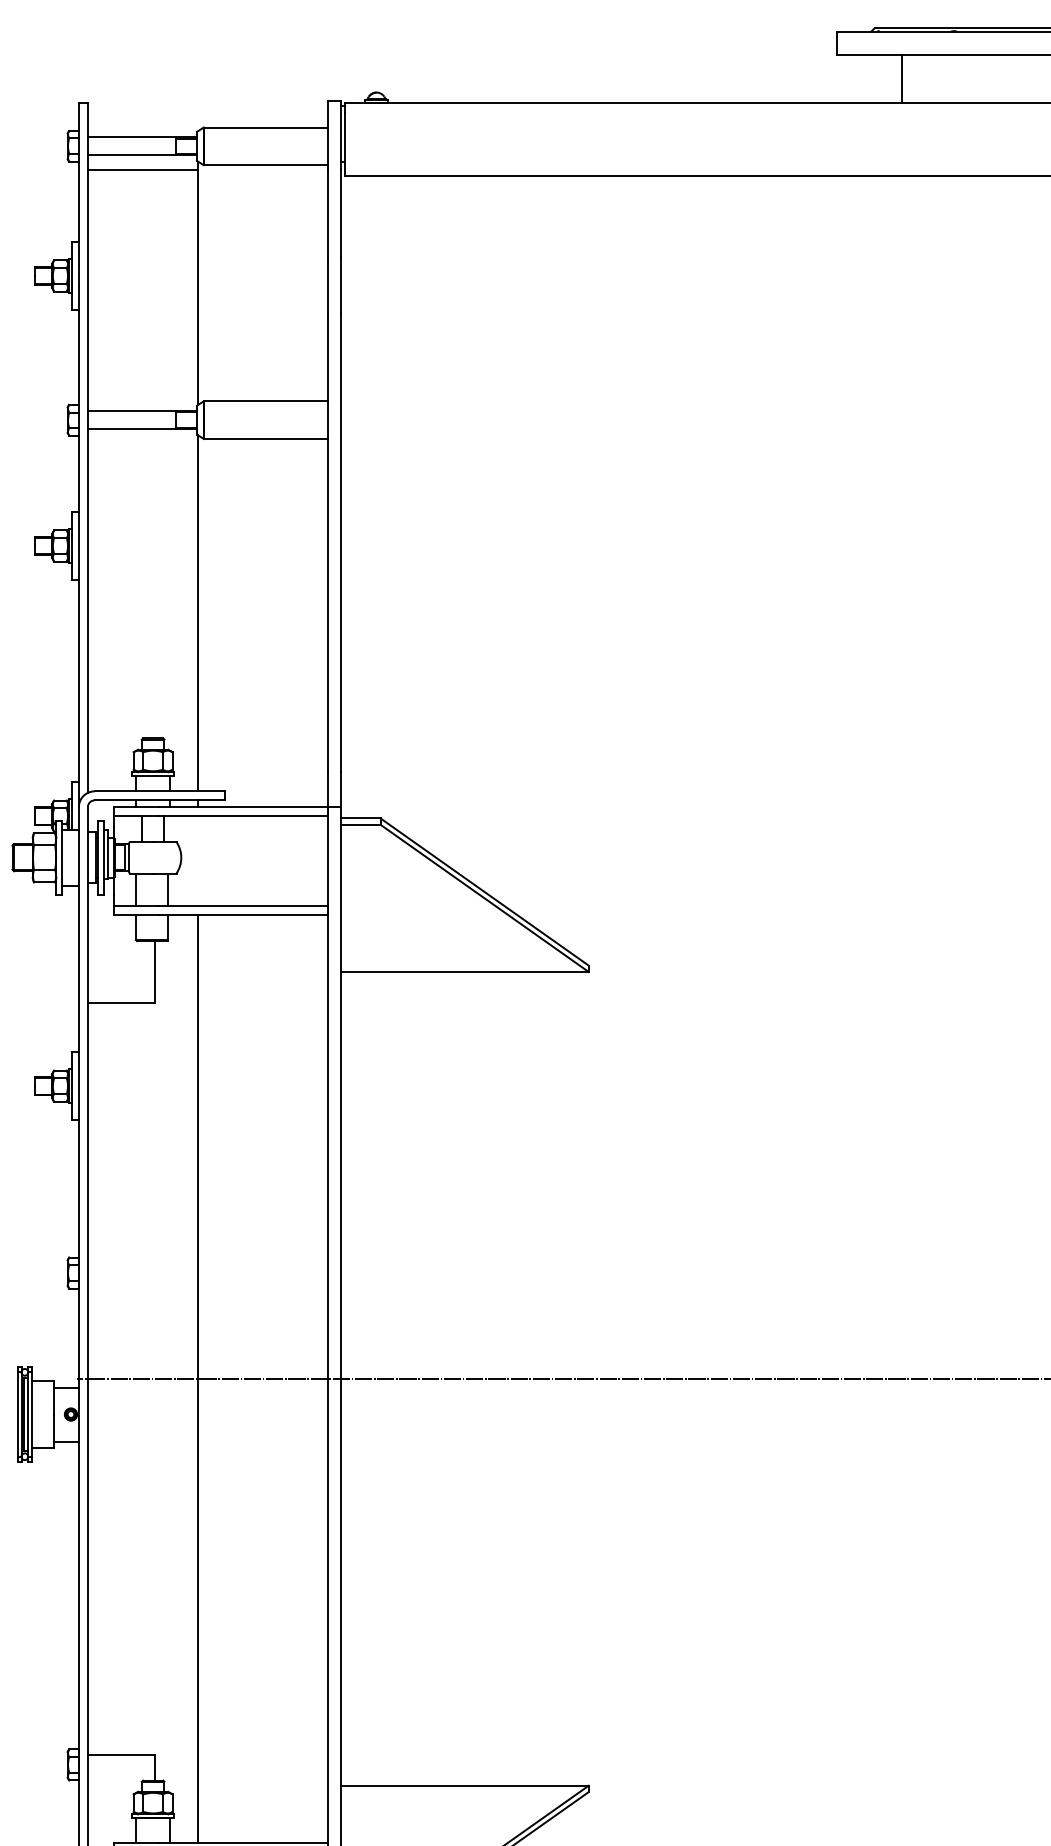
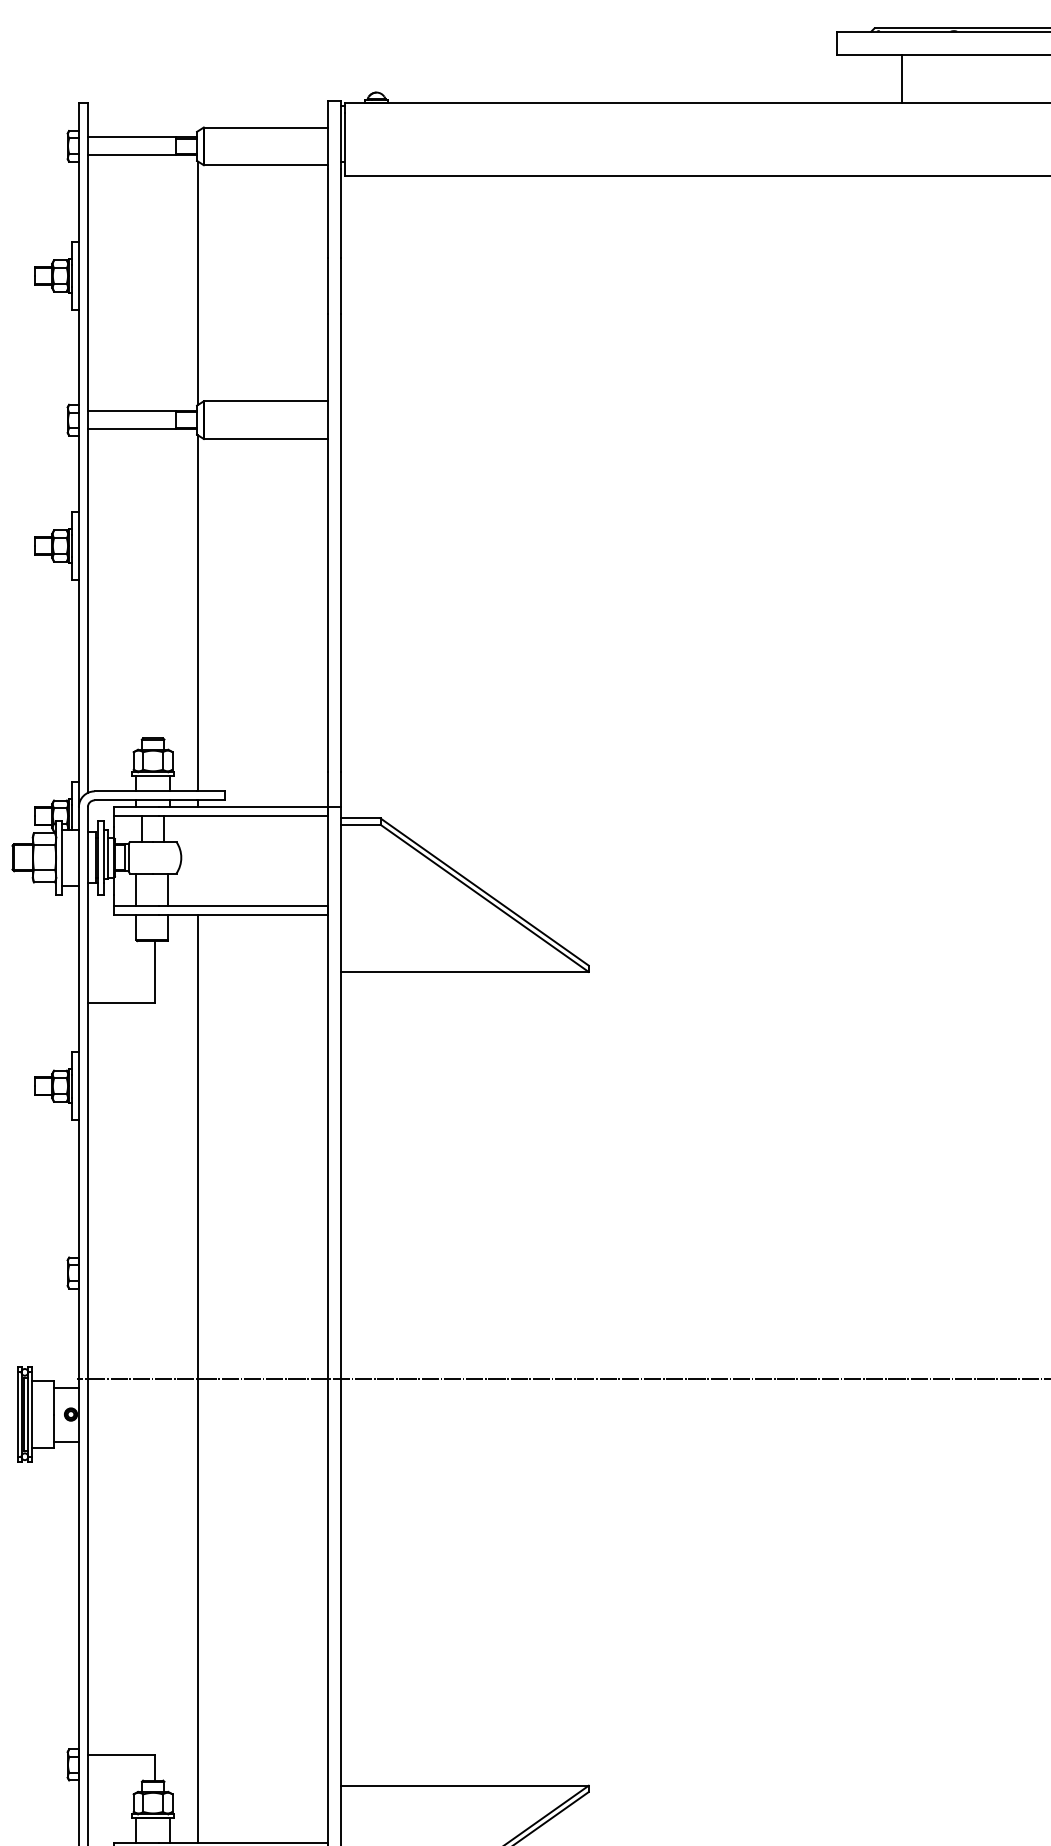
line at (142, 170): present -> none
